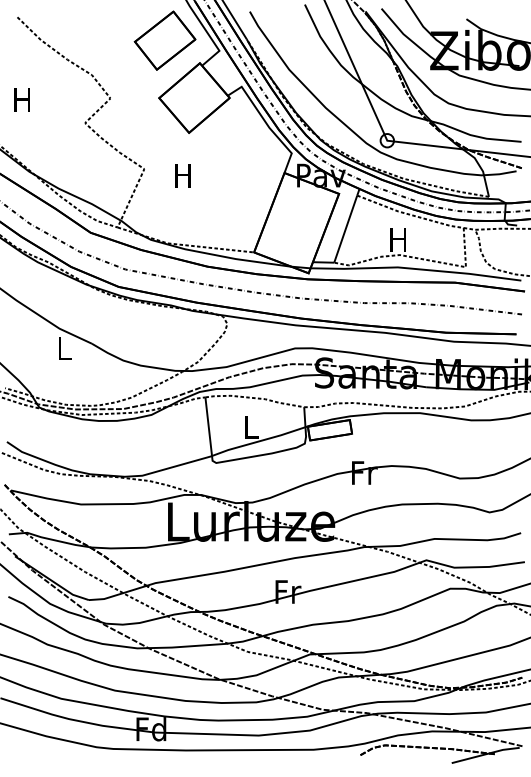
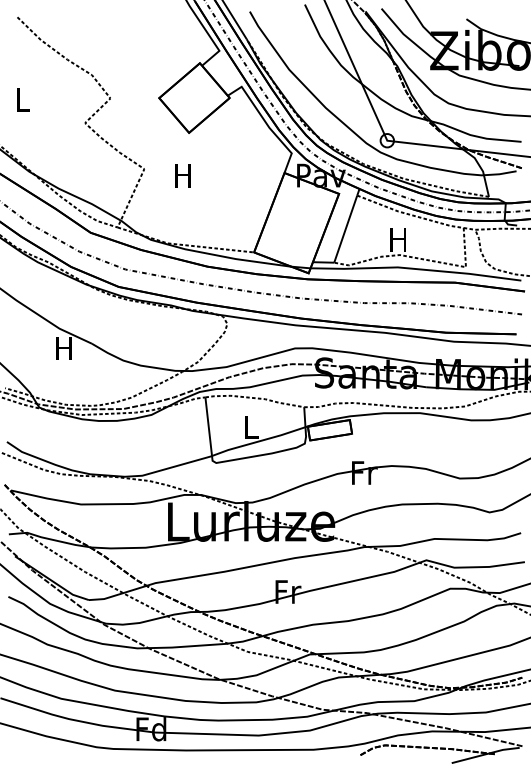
part at (164, 40): present -> none
text at (21, 99): H -> L
text at (63, 348): L -> H
